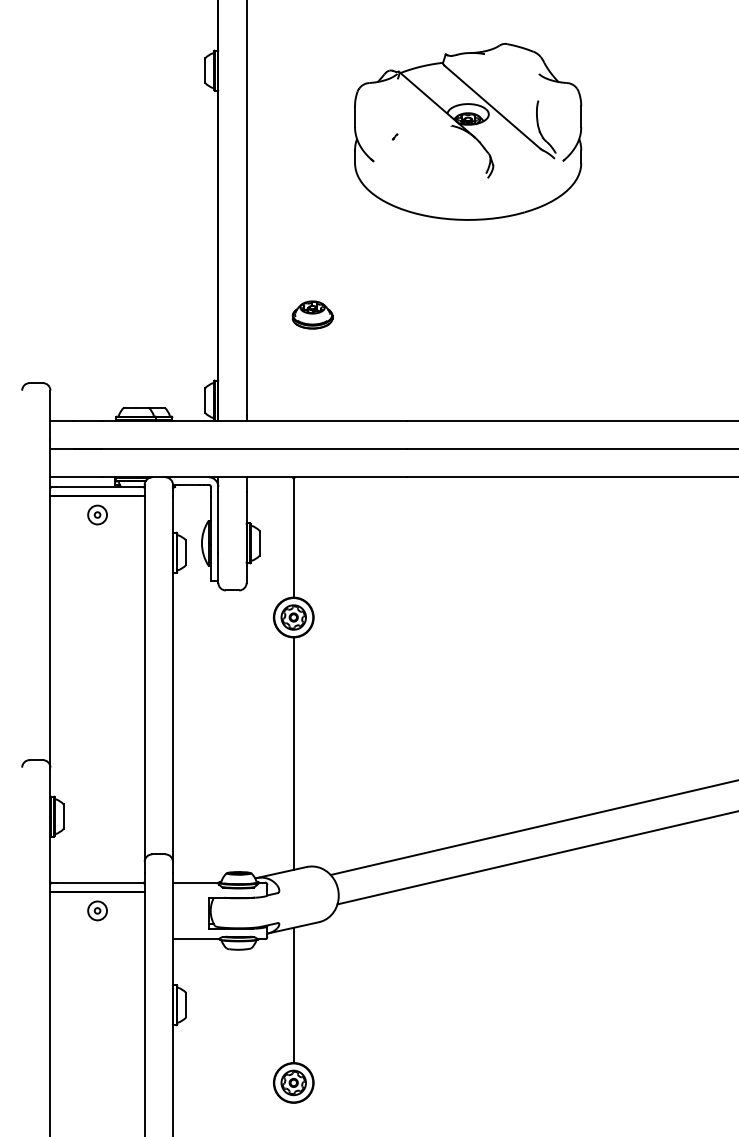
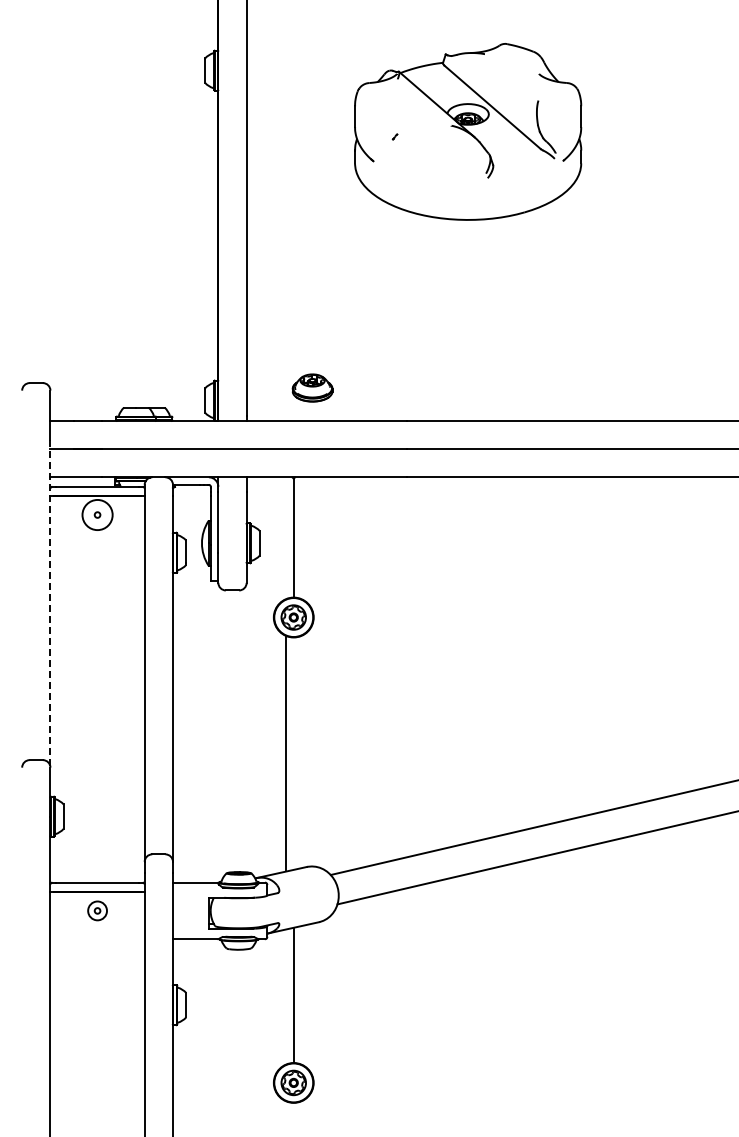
part at (312, 314) position: (312, 314) -> (312, 387)
circle at (97, 514) diameter: 19 px -> 30 px
line at (50, 604): solid -> dashed
line at (293, 753) position: (293, 753) -> (285, 753)
